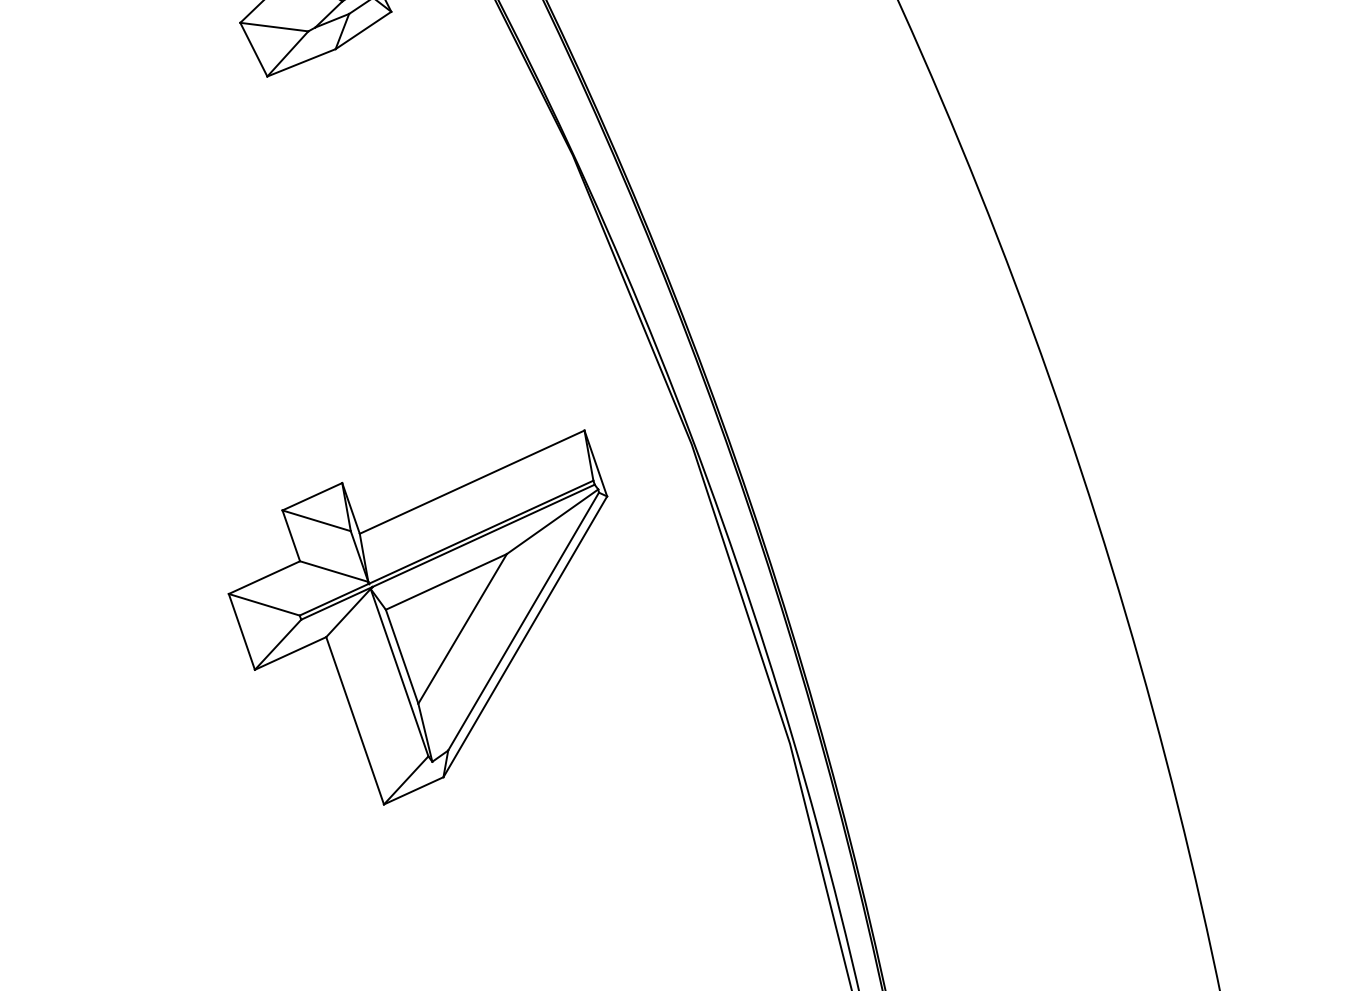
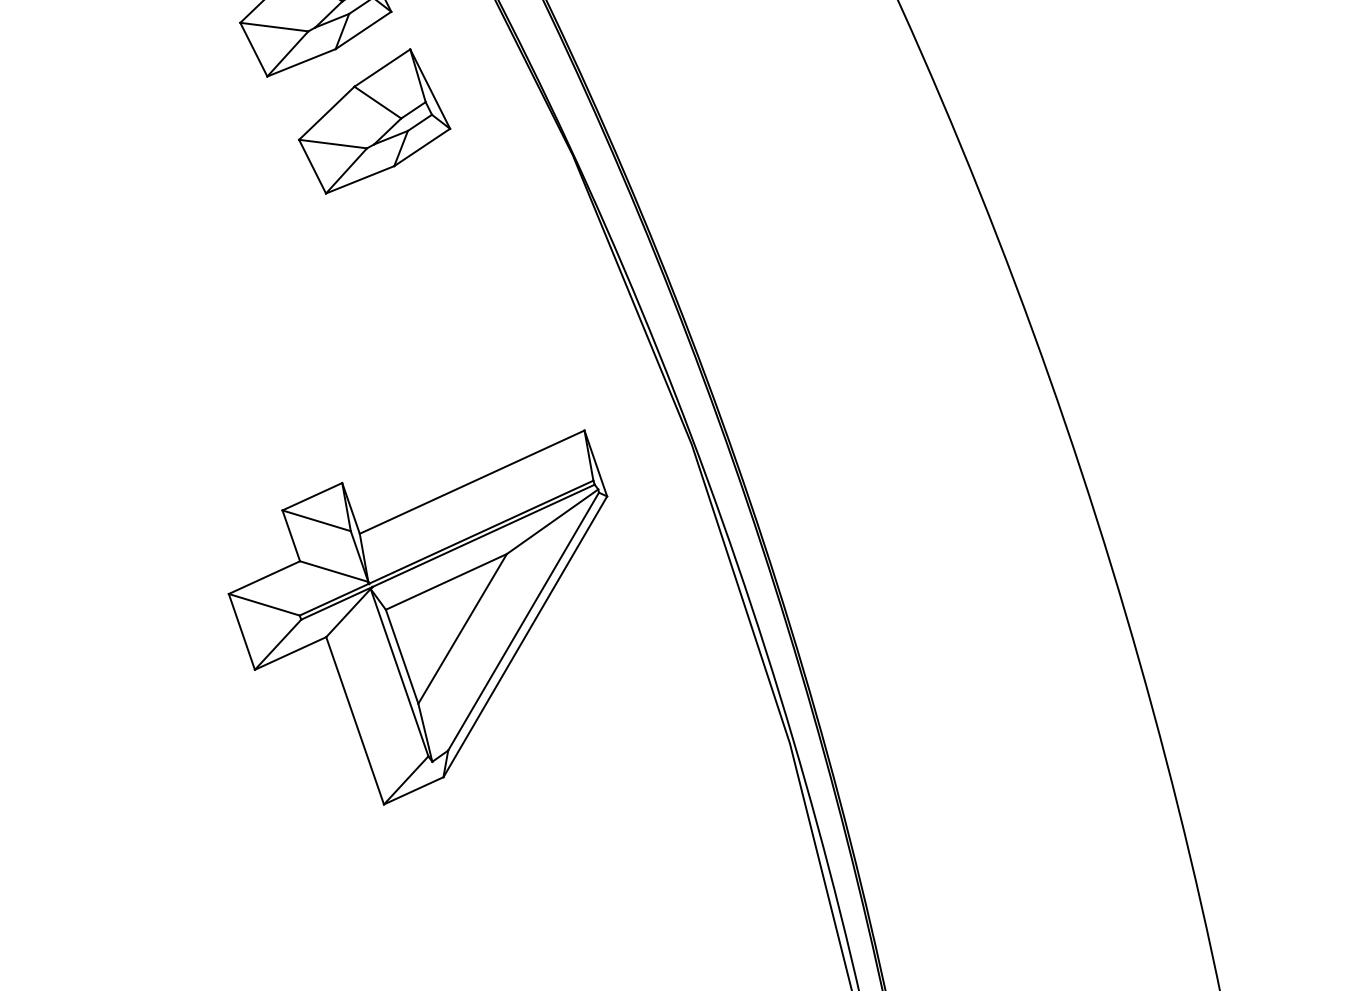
part at (374, 121): none -> present
